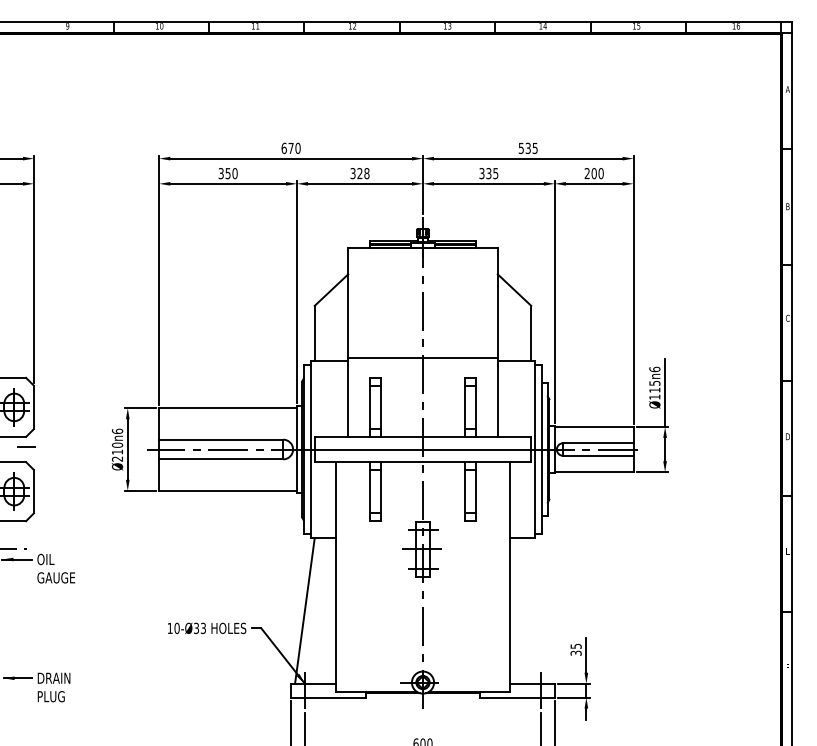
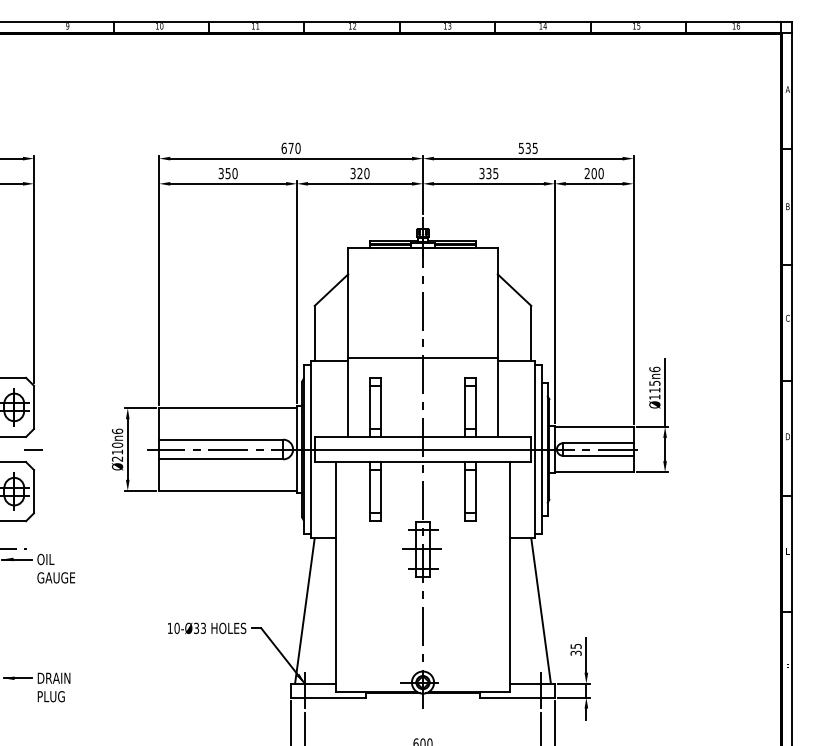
text at (366, 173): 328 -> 320
line at (26, 446) position: (26, 446) -> (33, 449)
line at (540, 610): none -> present
